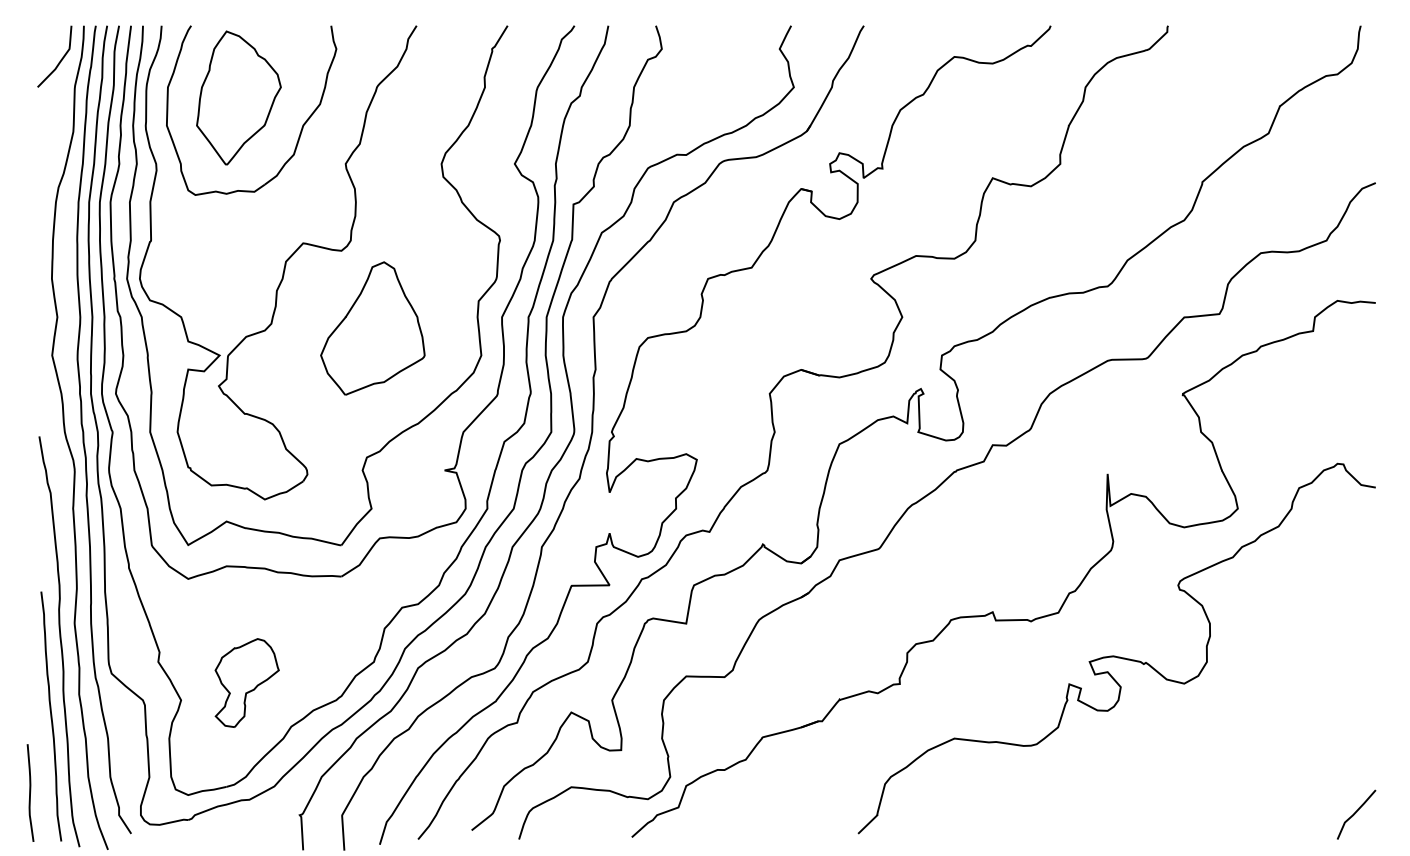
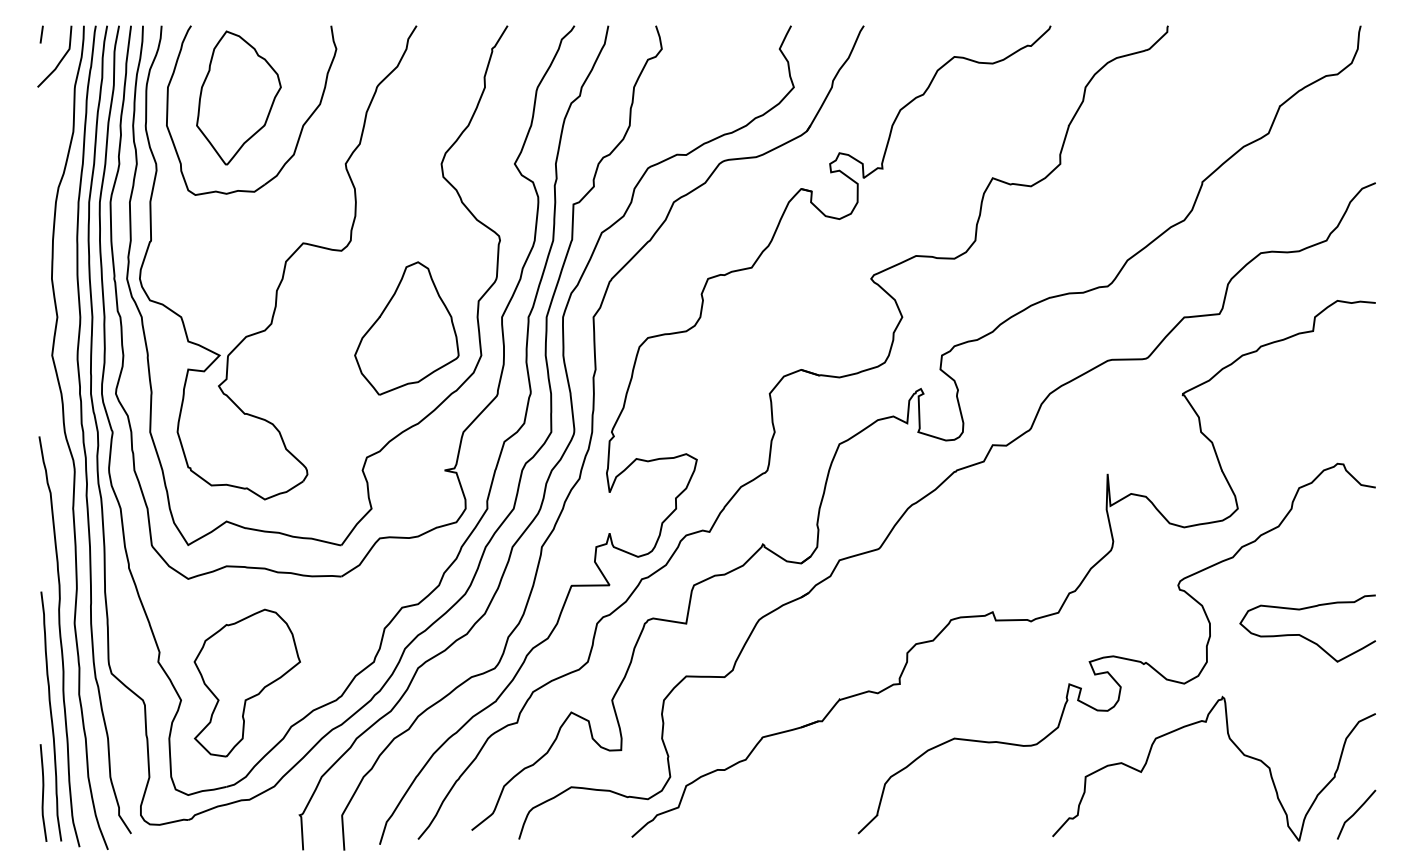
line at (41, 34): none -> present
part at (372, 328) position: (372, 328) -> (406, 328)
curve at (1304, 636): none -> present
part at (246, 682) size: 66x90 px -> 108x150 px
curve at (1239, 751): none -> present
curve at (30, 792) position: (30, 792) -> (43, 792)
